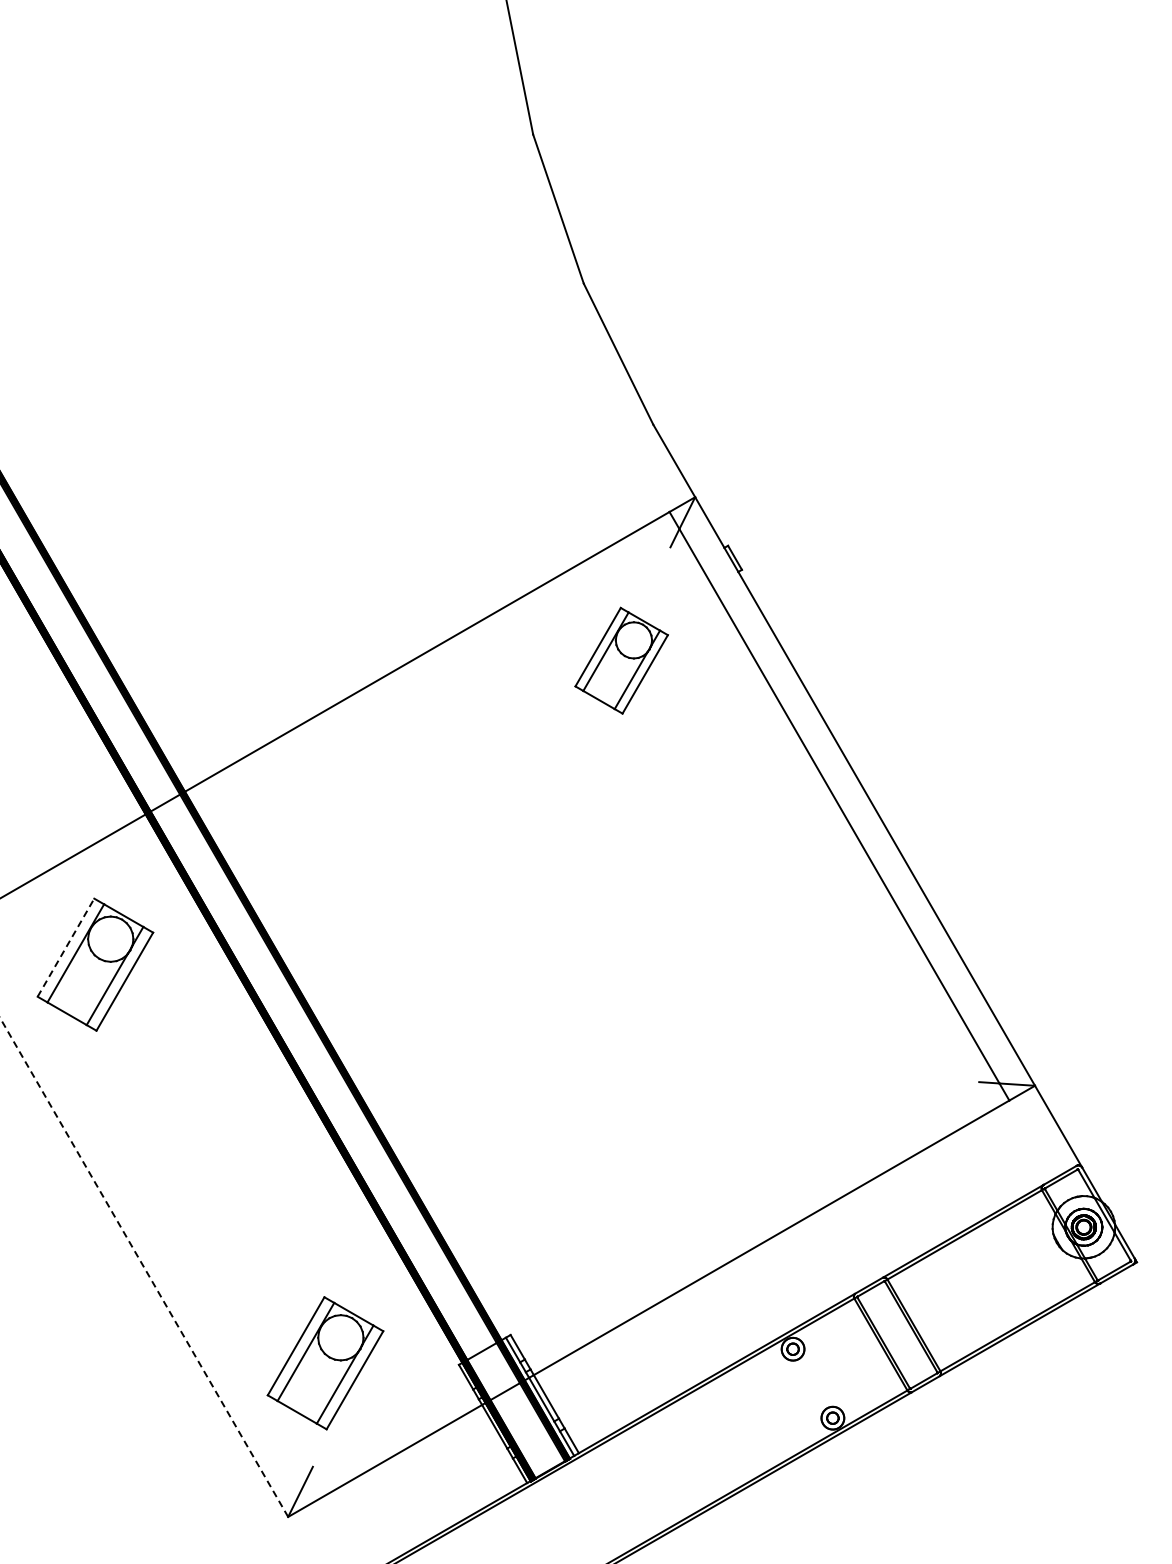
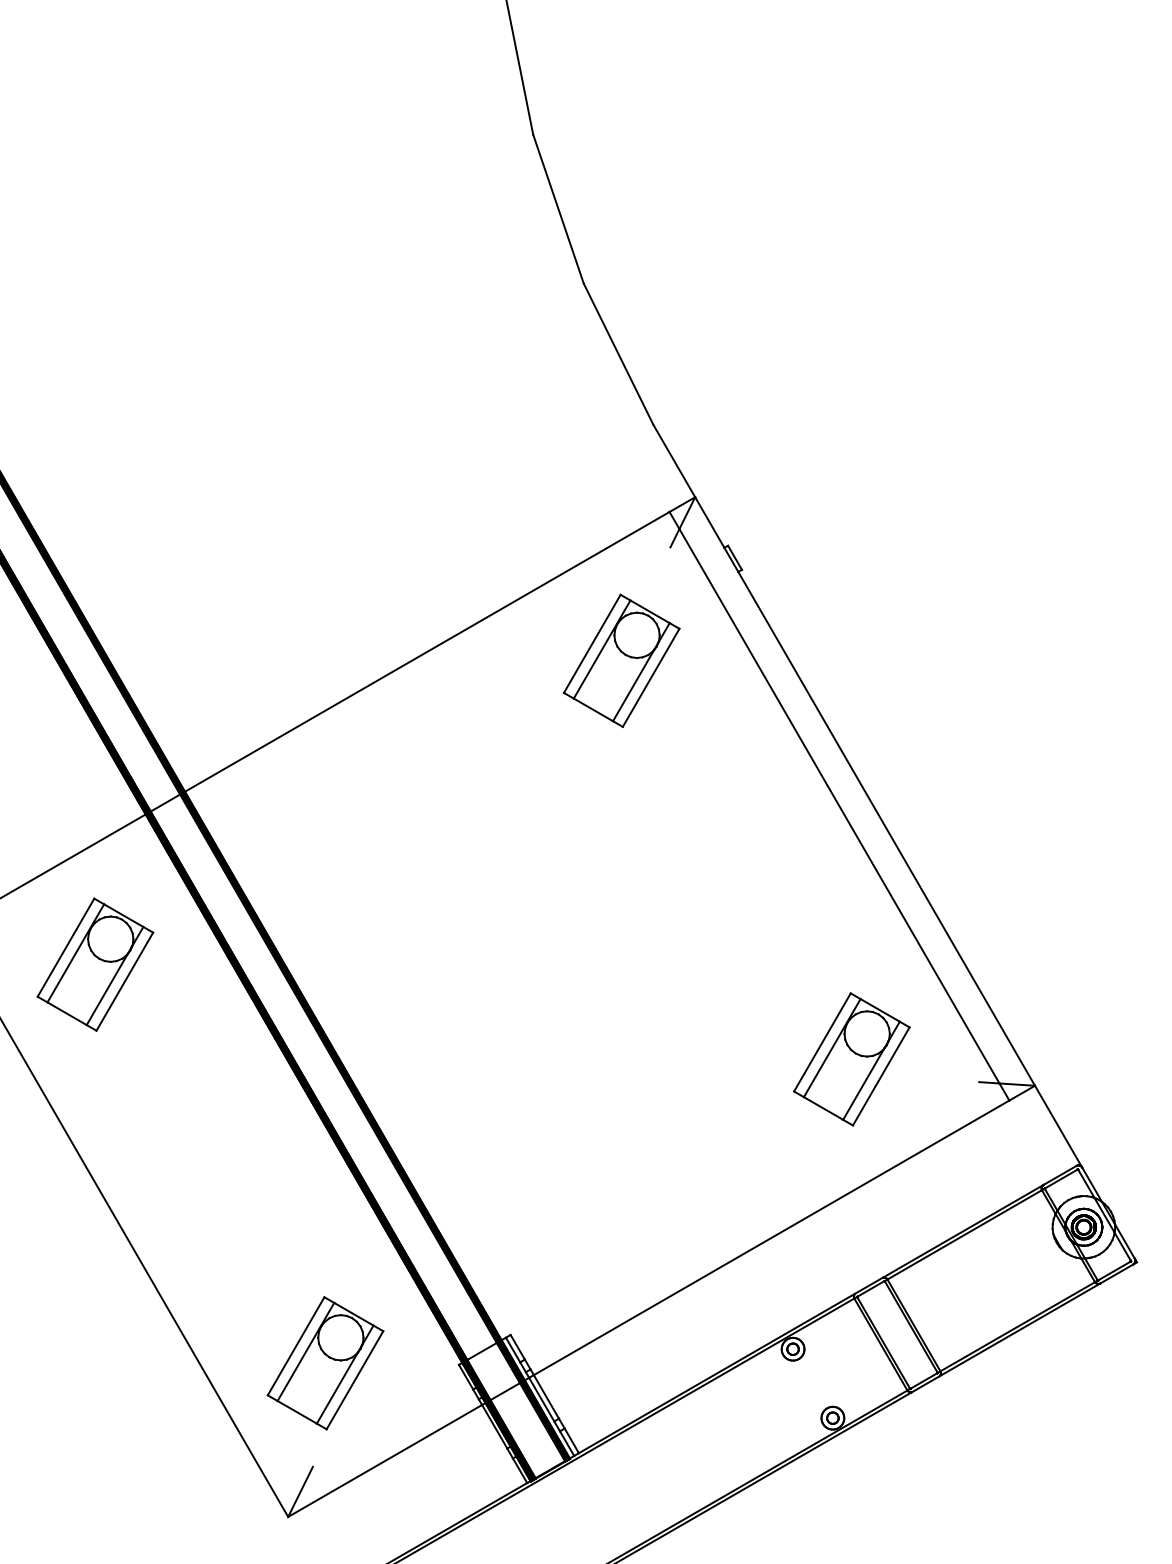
part at (621, 660) size: 95x109 px -> 119x135 px
line at (65, 947): dashed -> solid
part at (851, 1059): none -> present
line at (144, 1267): dashed -> solid
